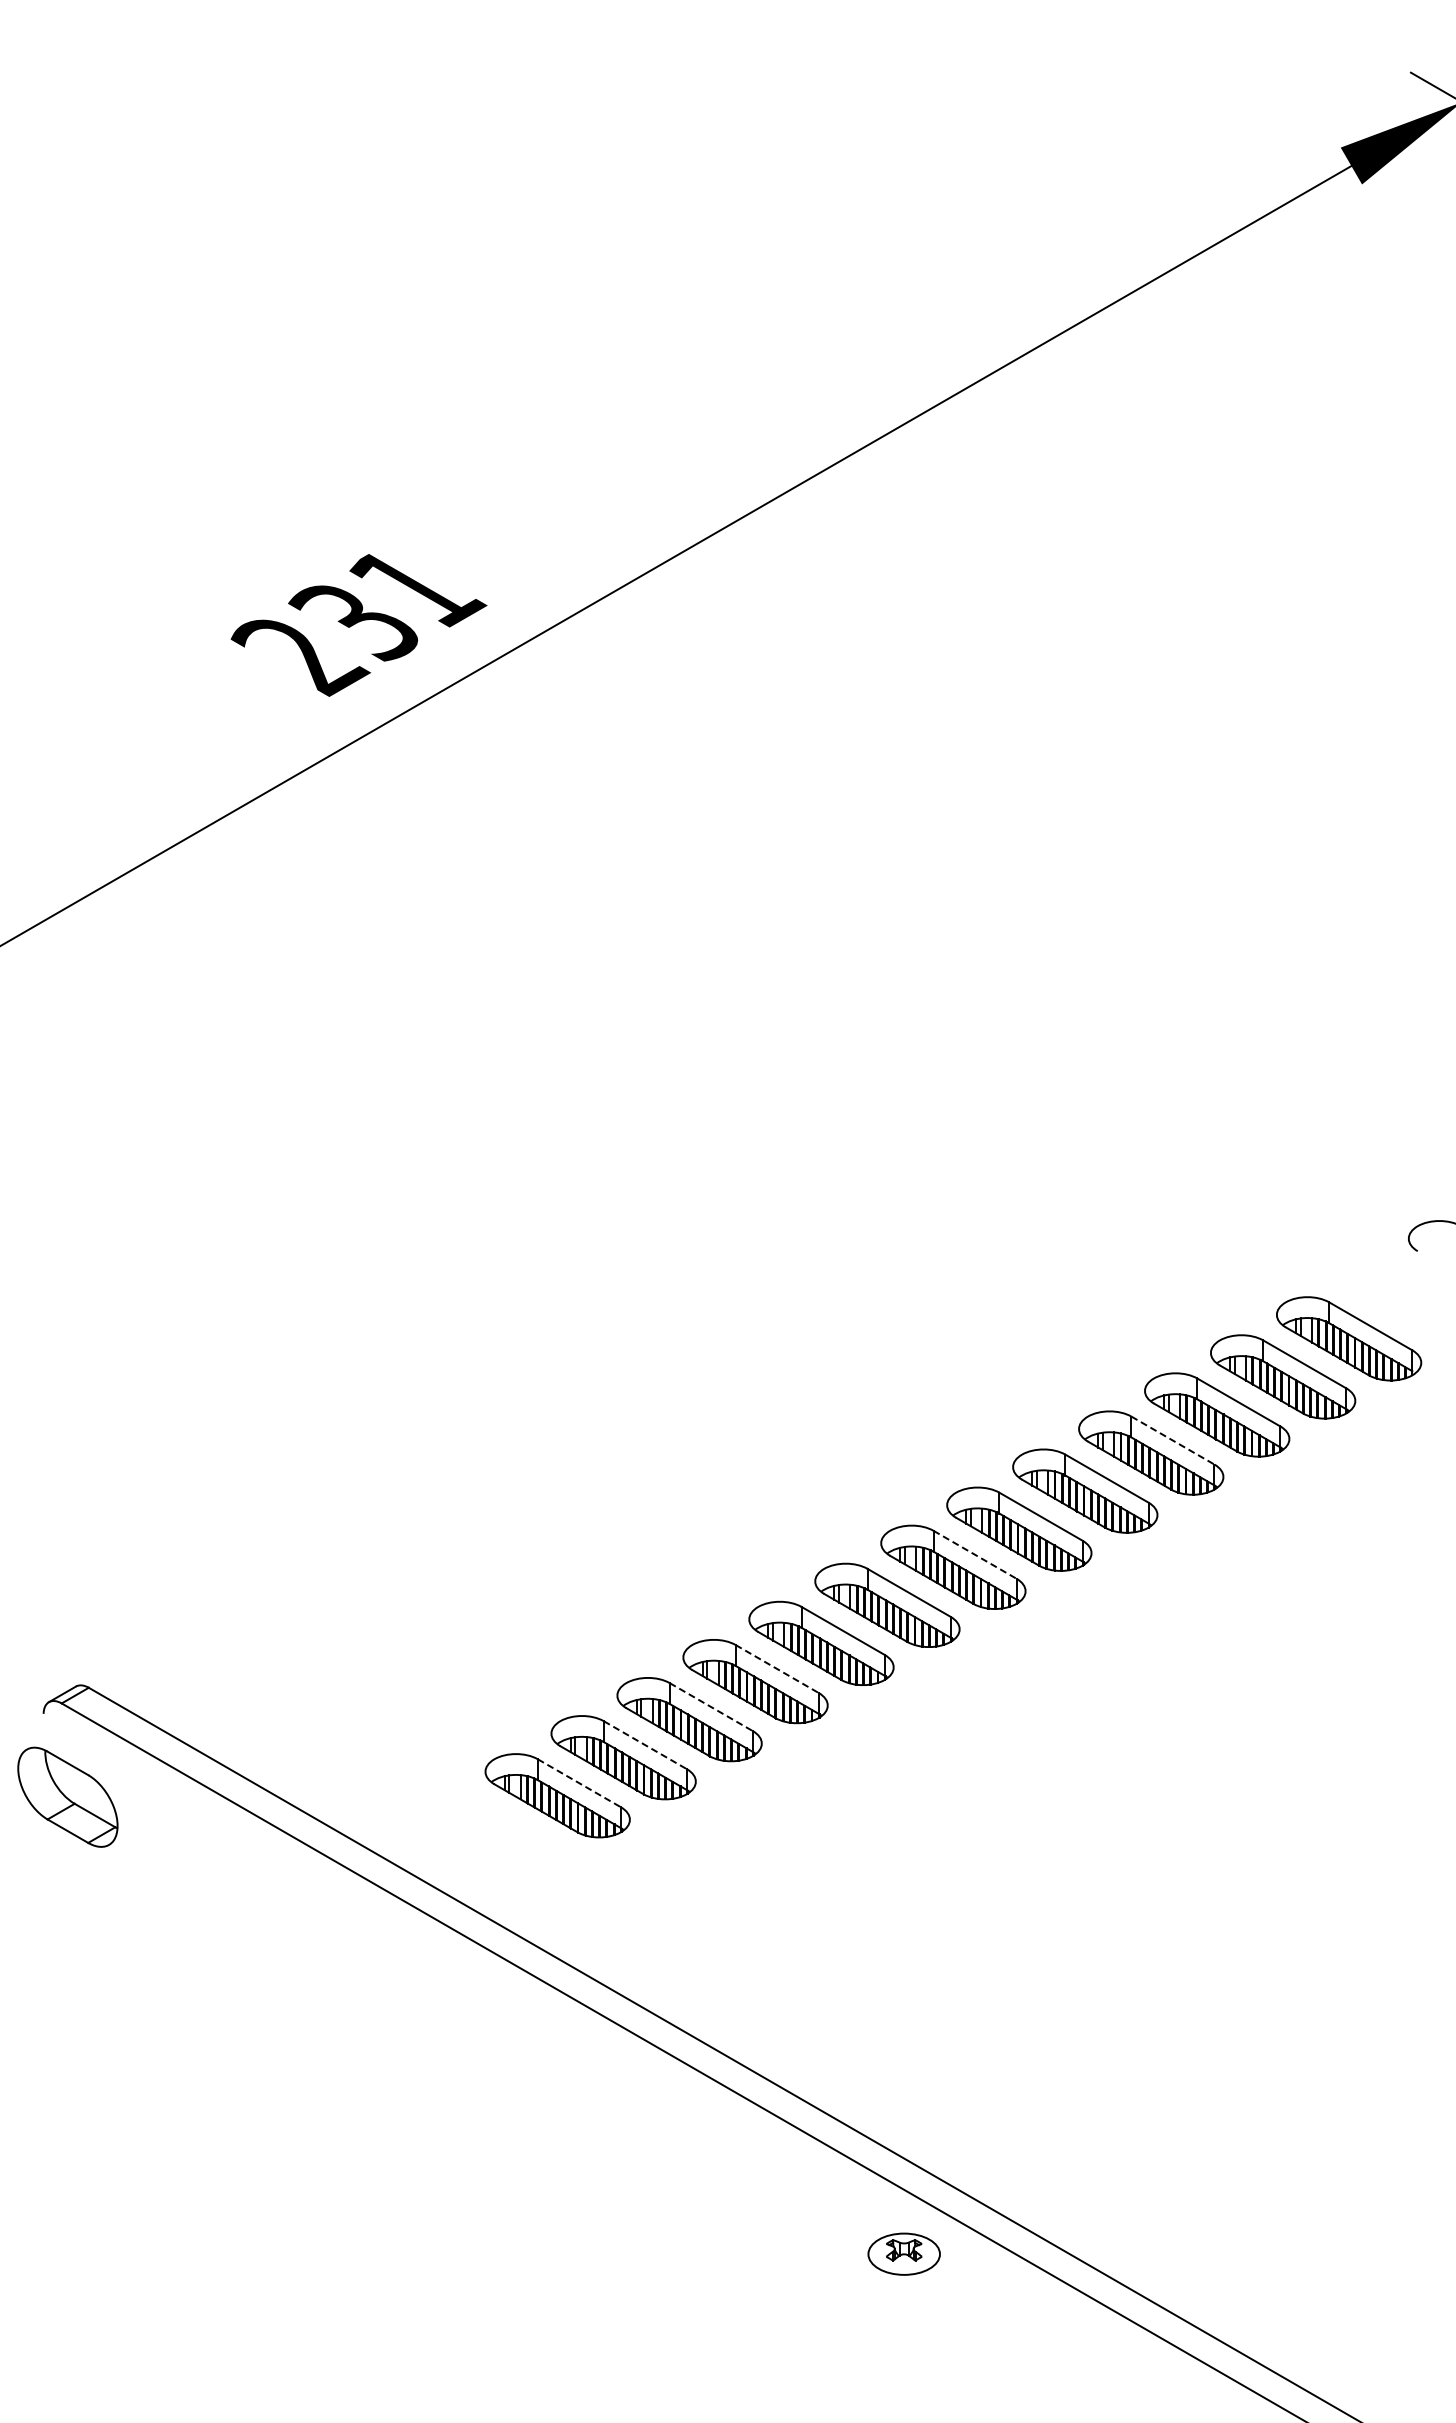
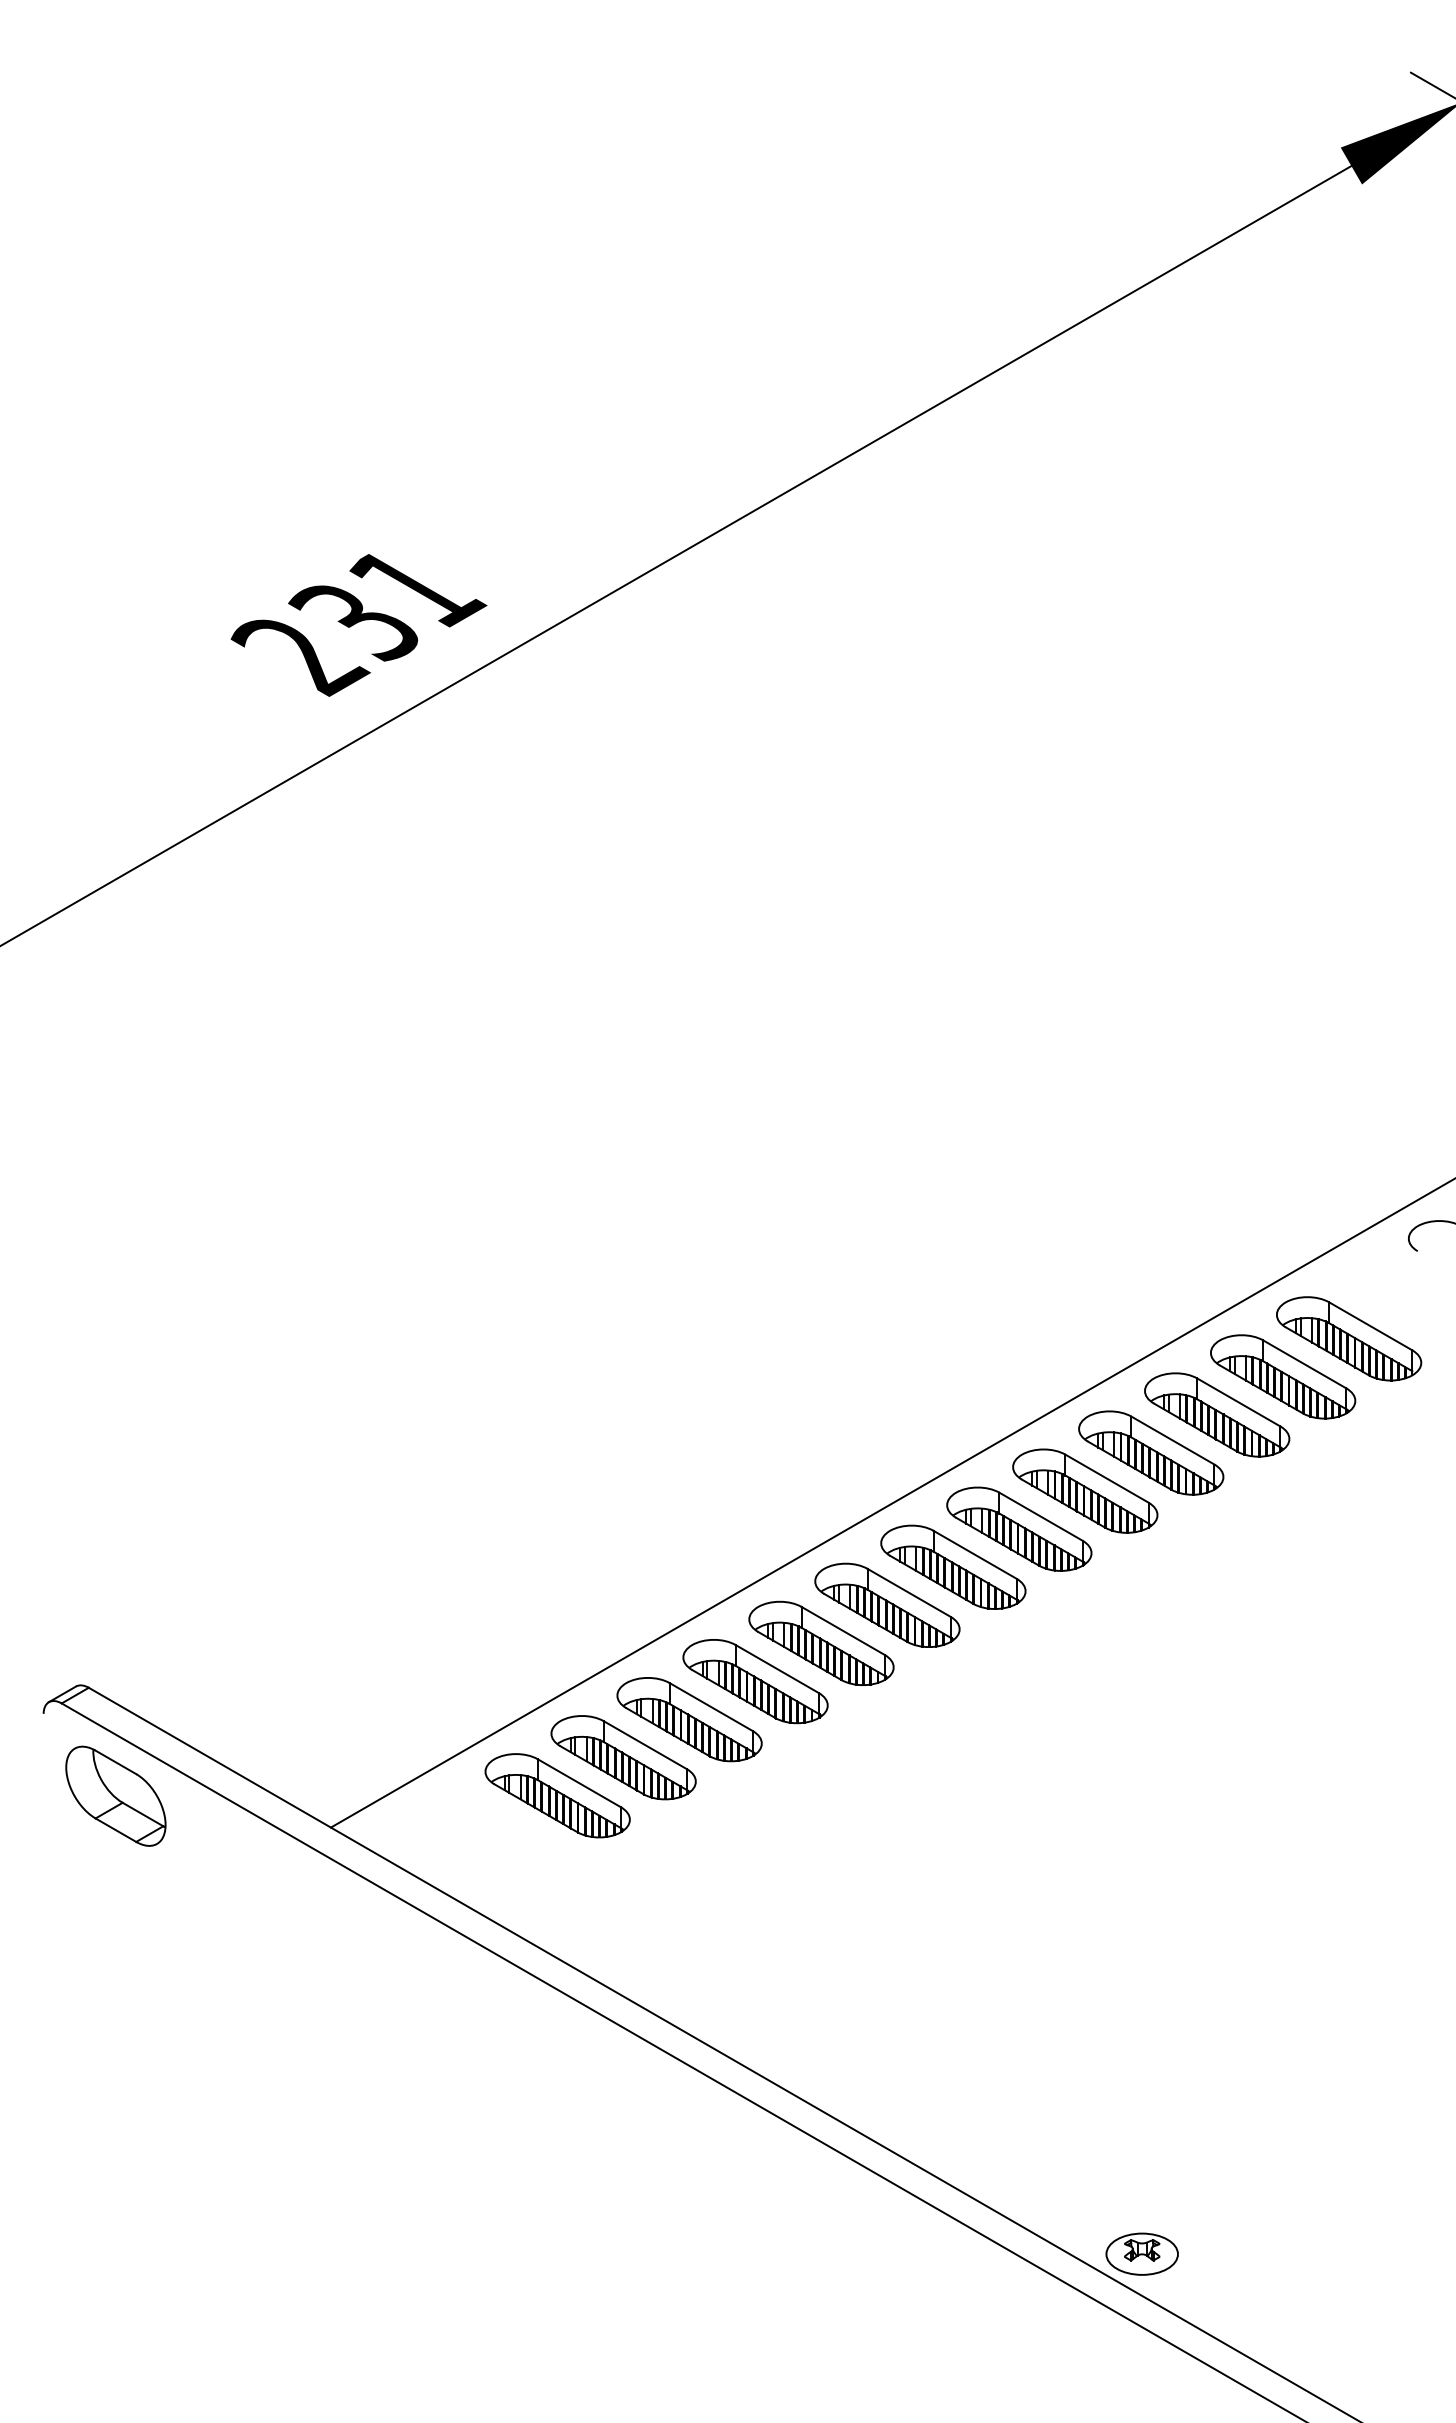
line at (1172, 1440): dashed -> solid
line at (891, 1503): none -> present
line at (975, 1554): dashed -> solid
line at (777, 1669): dashed -> solid
line at (711, 1707): dashed -> solid
line at (645, 1745): dashed -> solid
line at (579, 1783): dashed -> solid
part at (67, 1796) position: (67, 1796) -> (115, 1795)
part at (903, 2253) position: (903, 2253) -> (1141, 2253)
